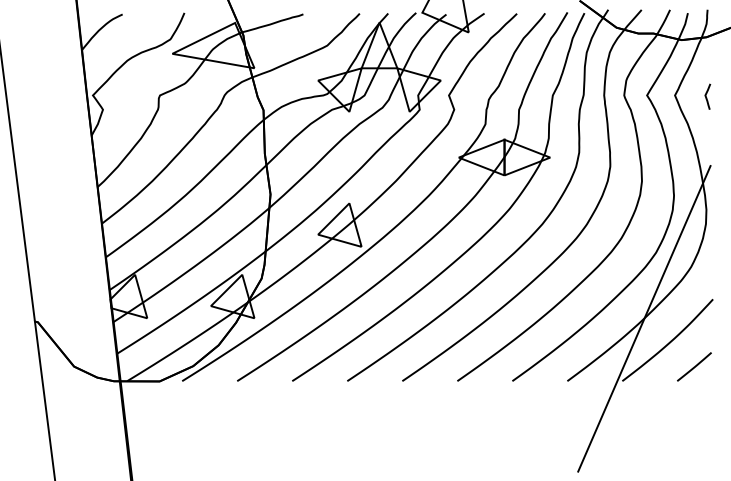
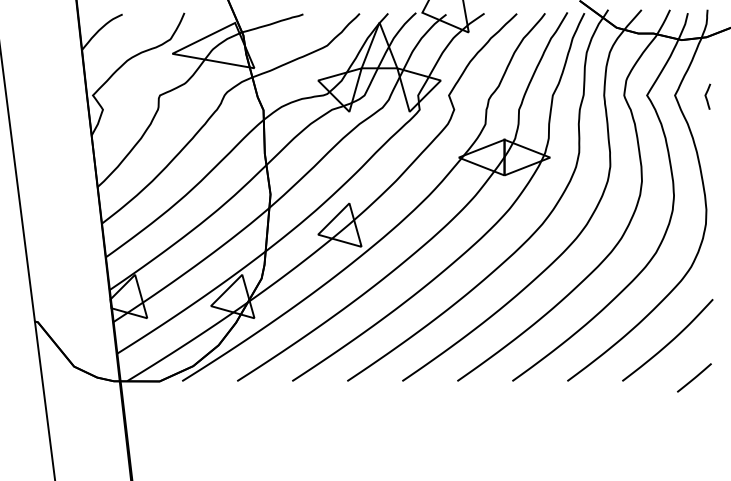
line at (644, 318): present -> none
line at (694, 366) position: (694, 366) -> (694, 377)
